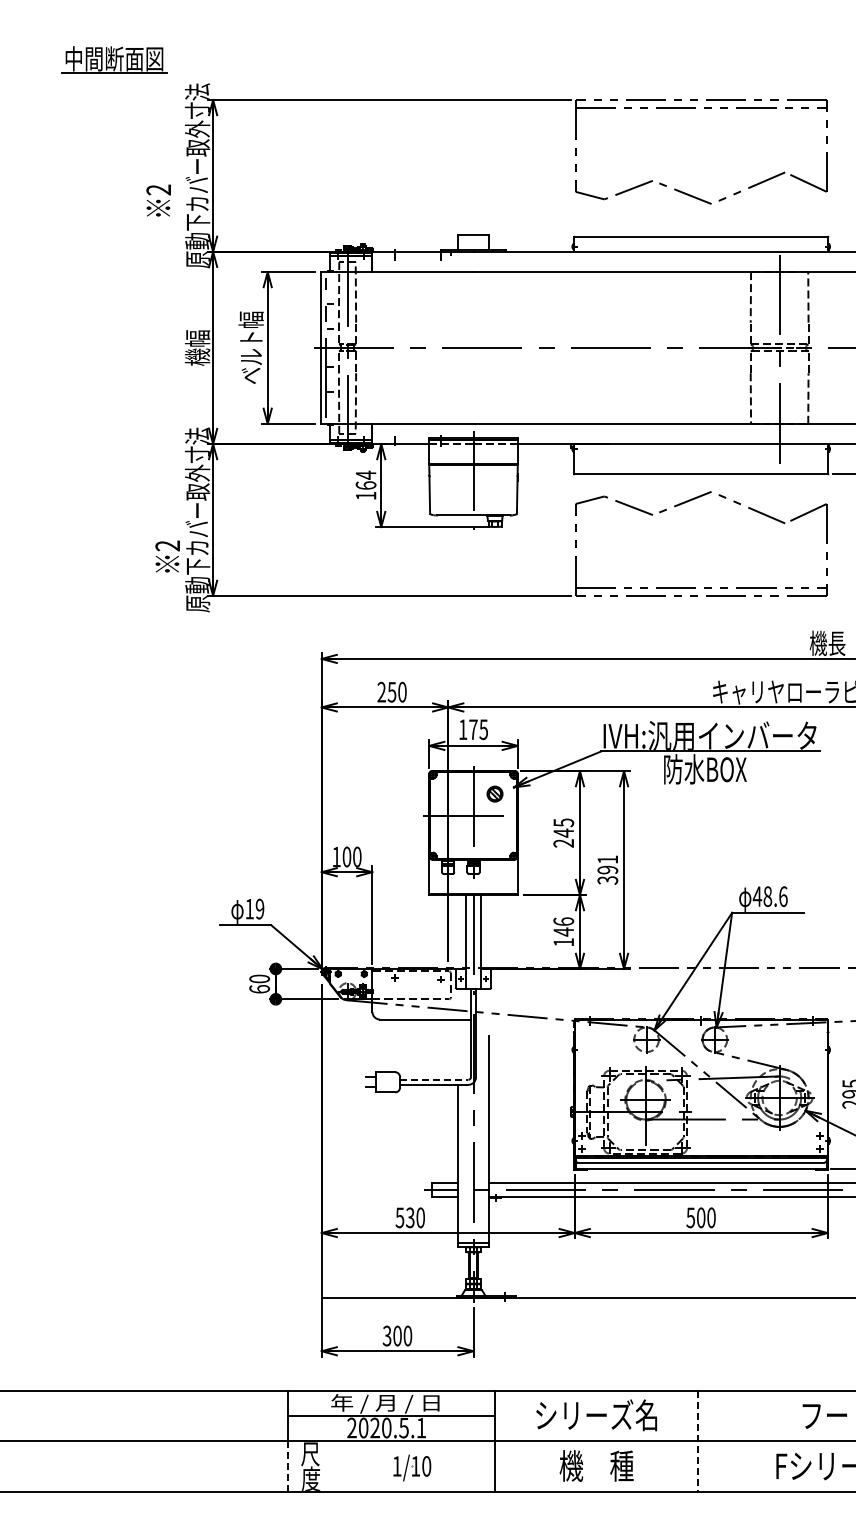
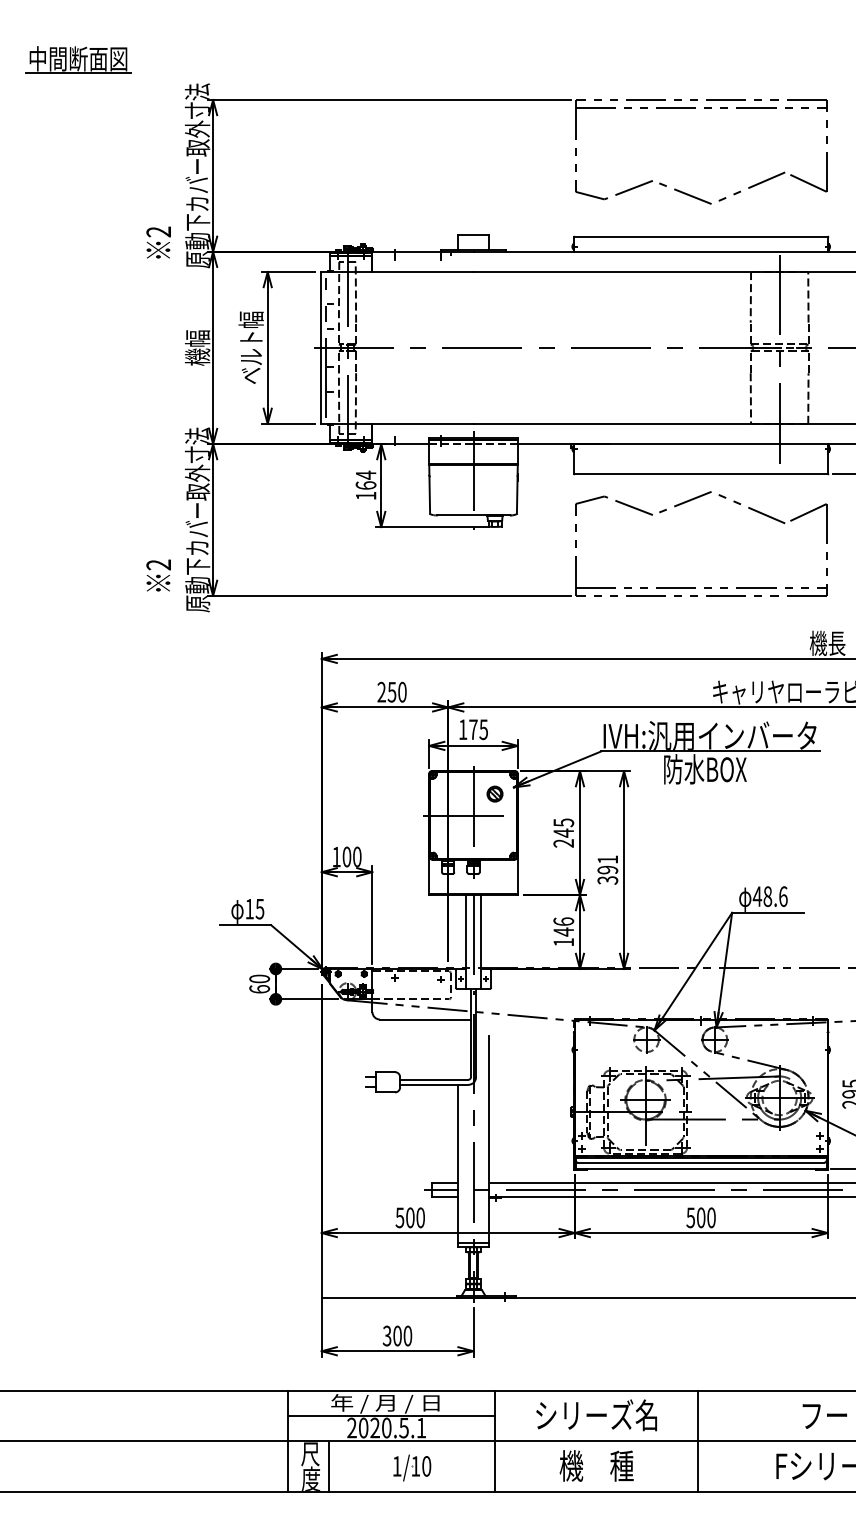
part at (114, 59) position: (114, 59) -> (78, 59)
text at (158, 200) position: (158, 200) -> (158, 242)
text at (167, 556) position: (167, 556) -> (158, 575)
text at (259, 908): 19 -> 15
line at (434, 1079): dashed -> solid
text at (410, 1217): 530 -> 500
line at (697, 1441): dashed -> solid
line at (288, 1465): dashed -> solid
line at (328, 1466): none -> present
